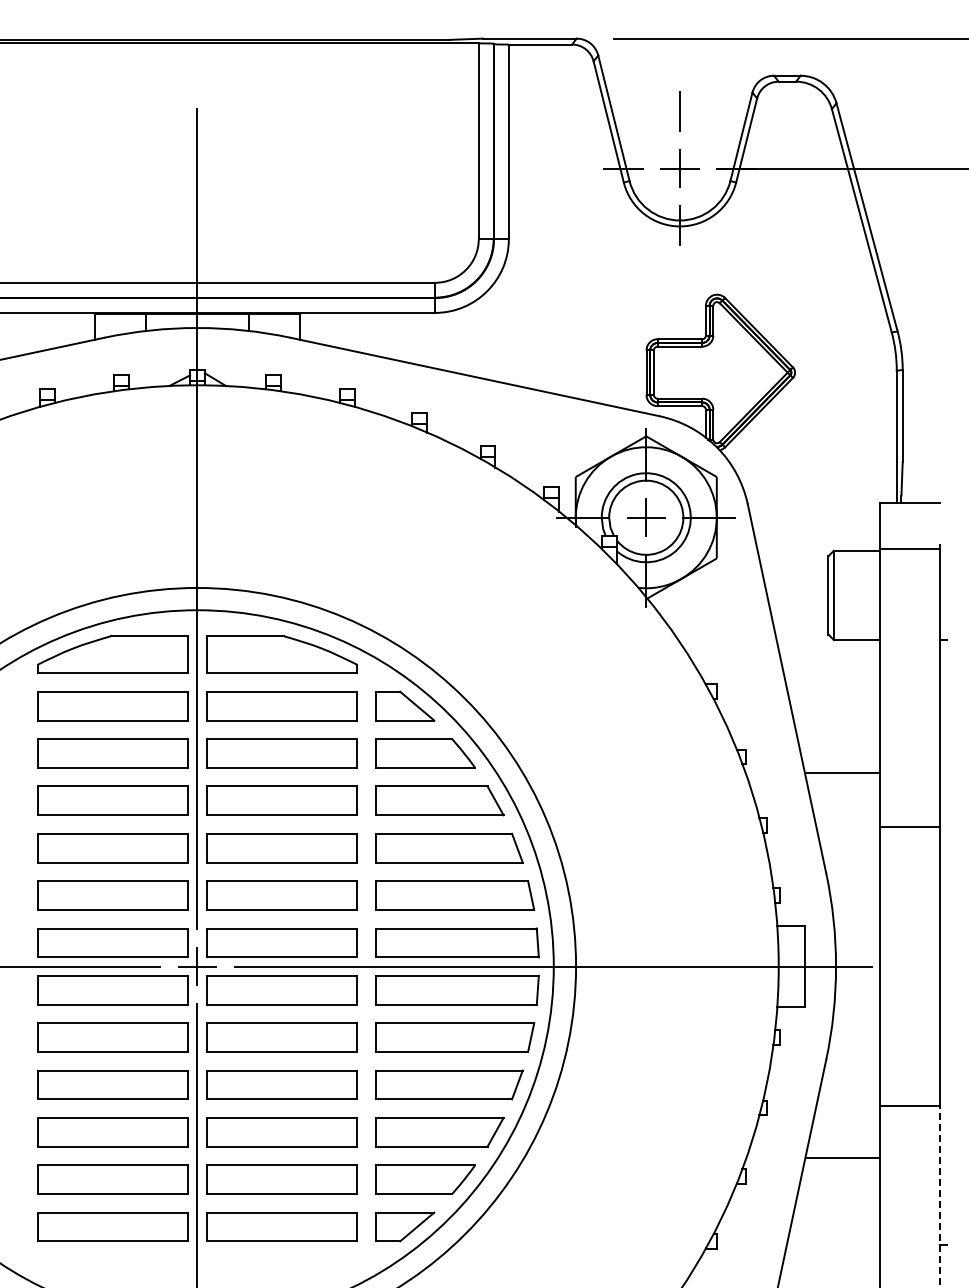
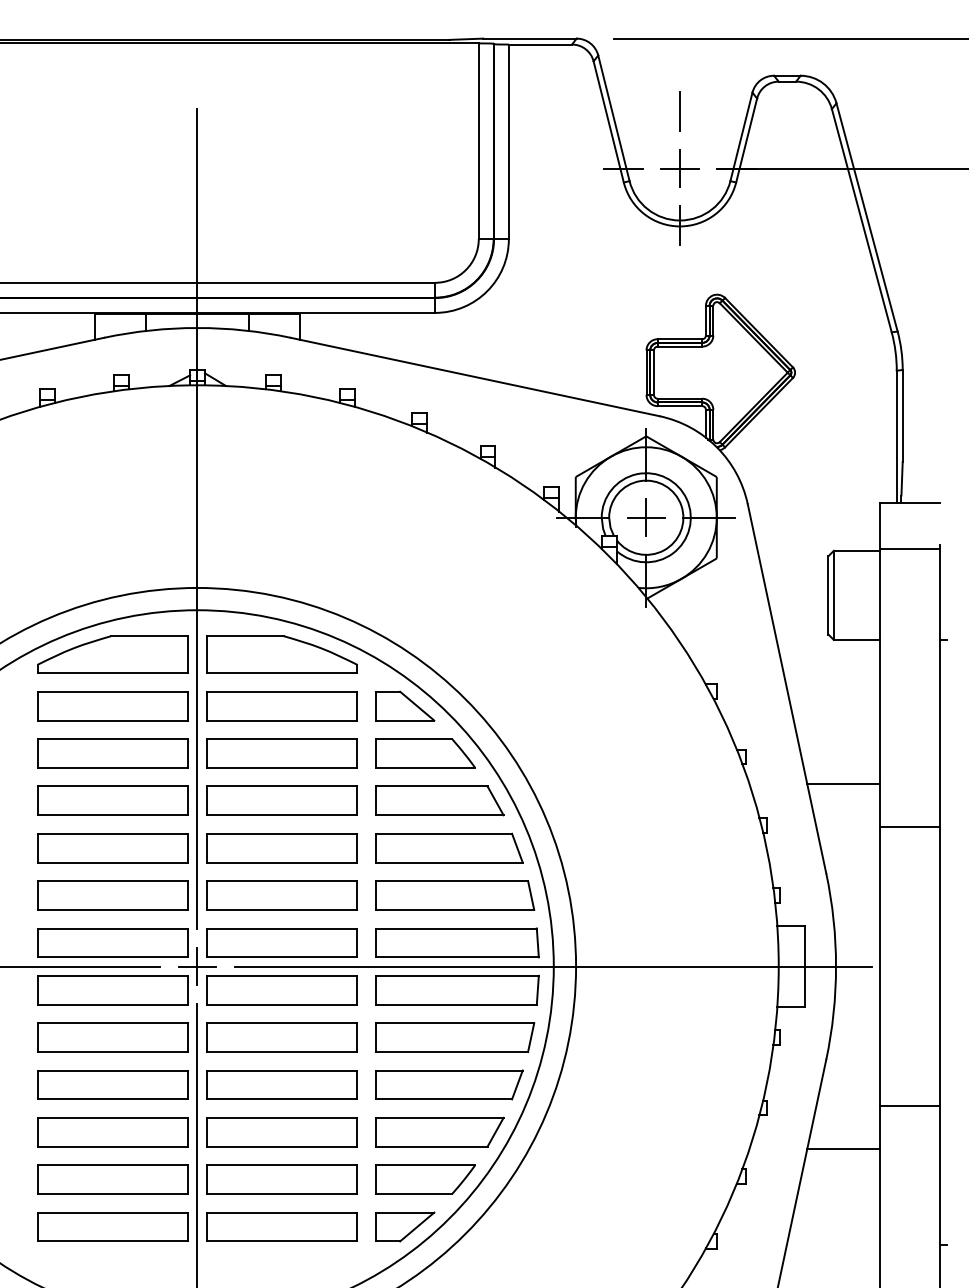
line at (843, 772) position: (843, 772) -> (843, 783)
line at (843, 1158) position: (843, 1158) -> (843, 1149)
line at (939, 1196): dashed -> solid
